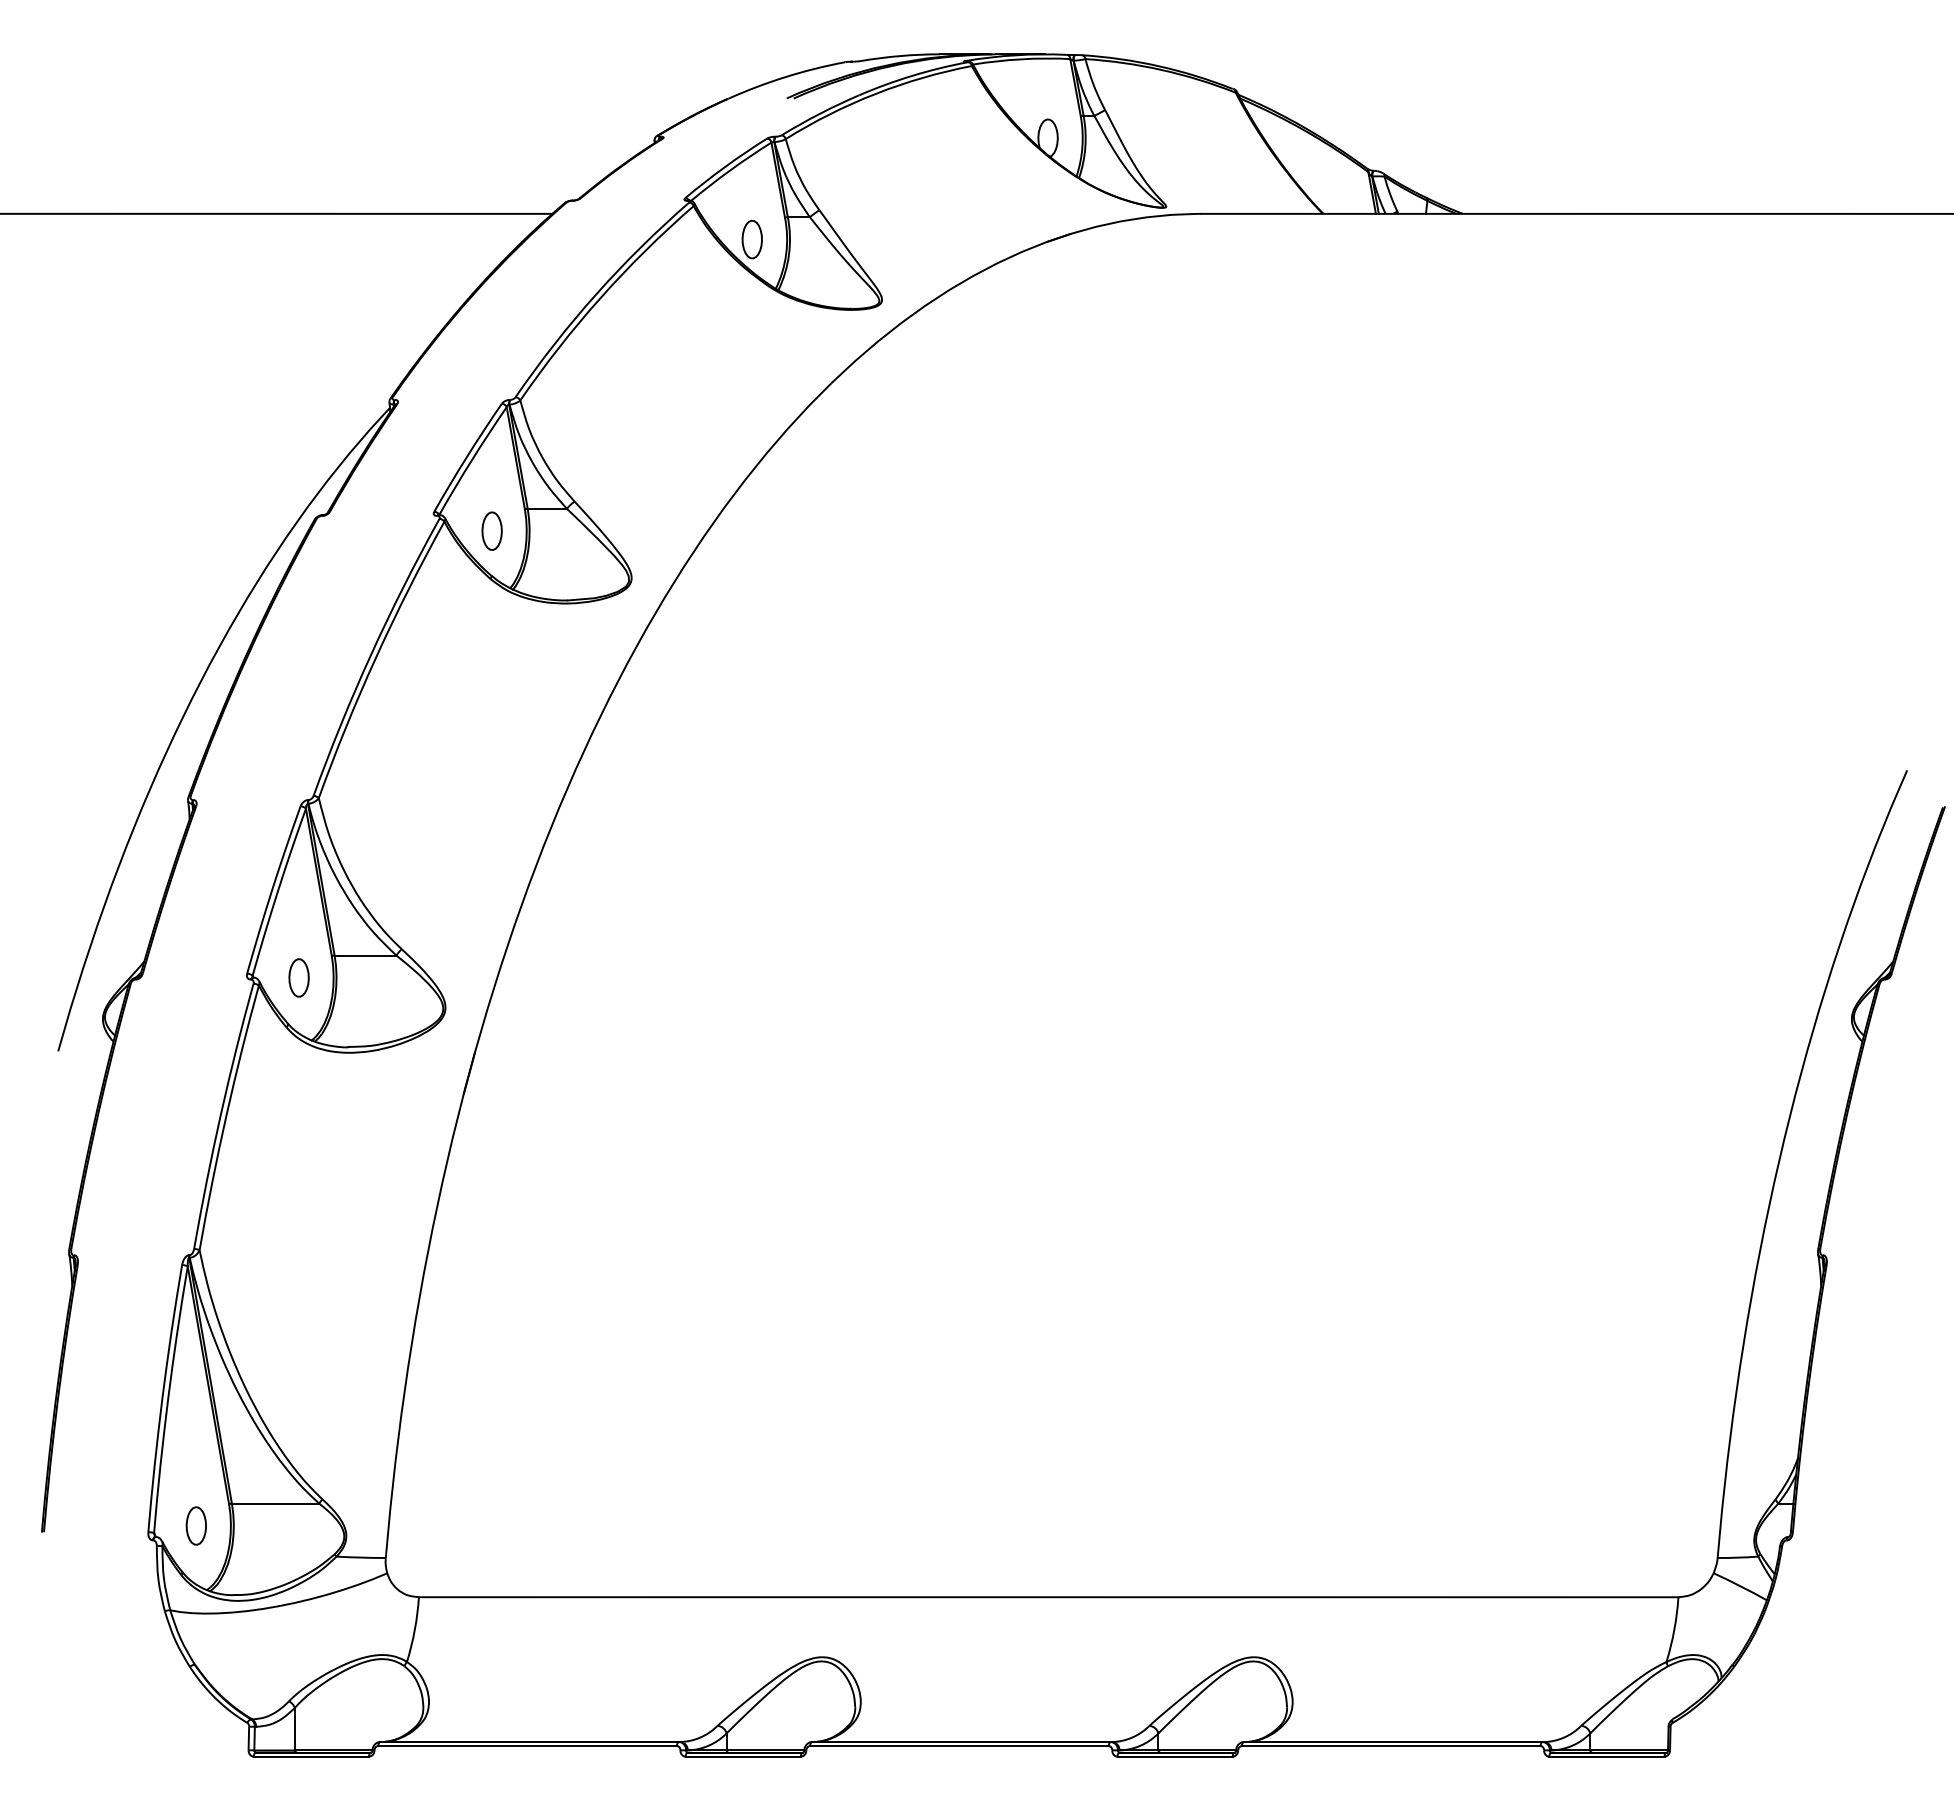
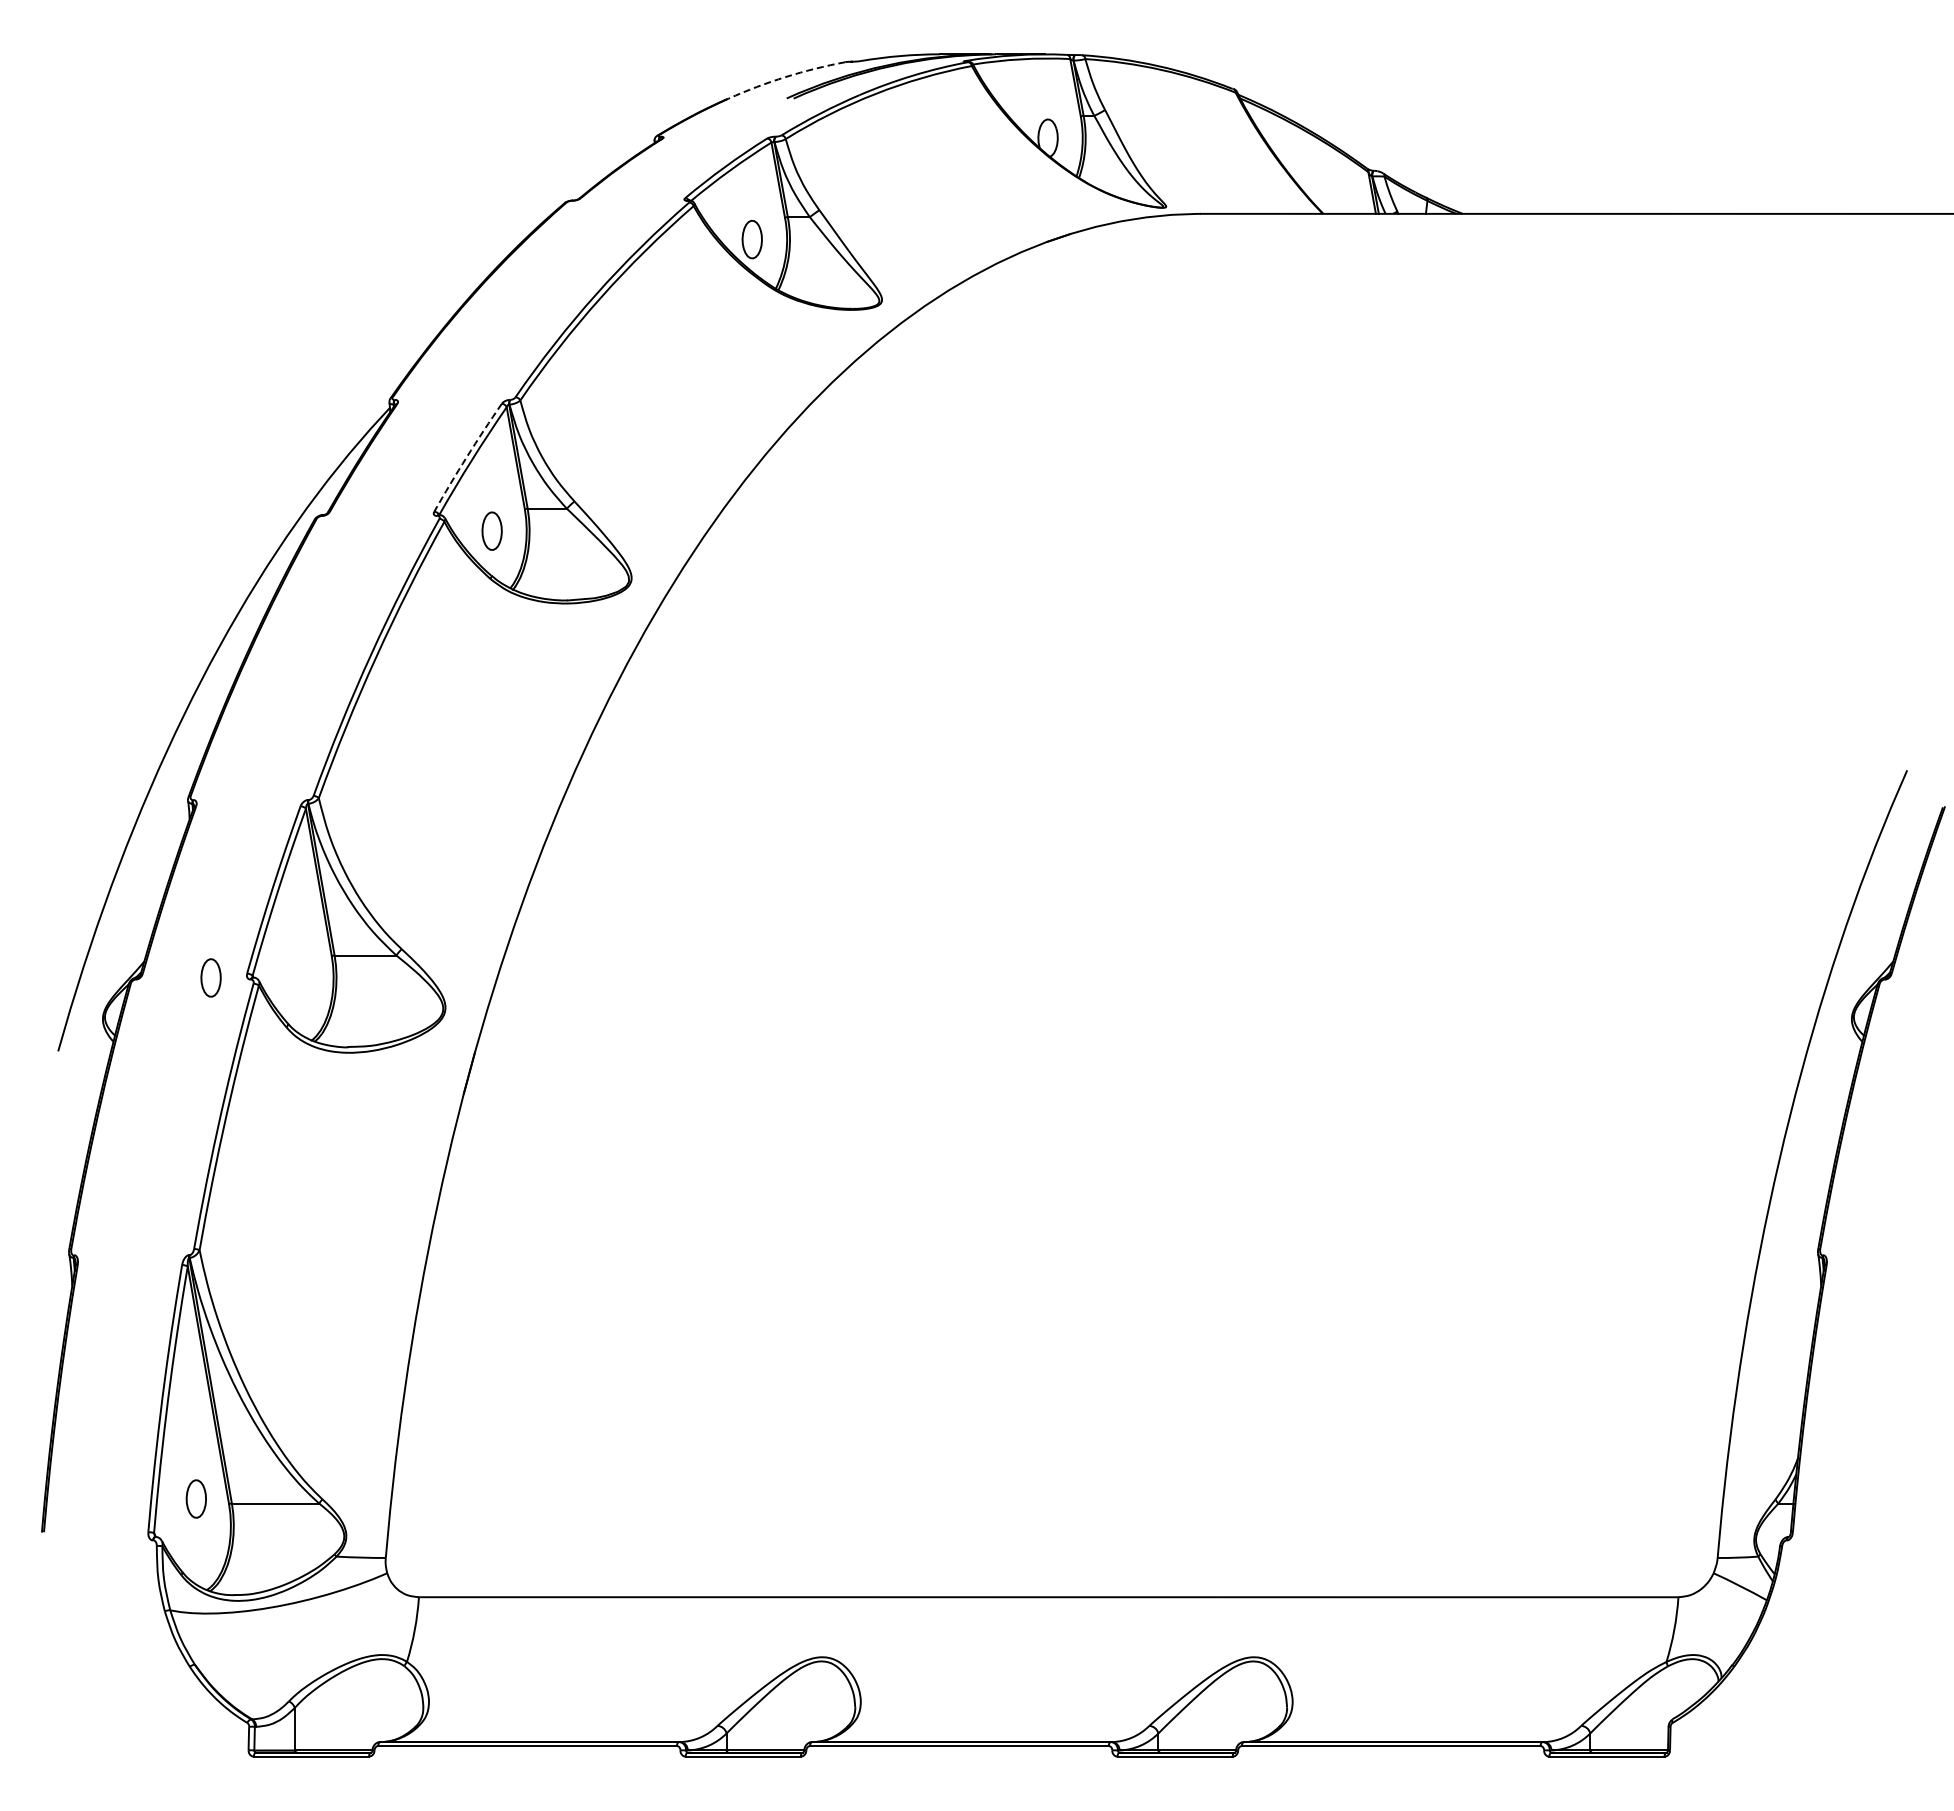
arc at (785, 77): solid -> dashed
line at (277, 213): present -> none
arc at (466, 457): solid -> dashed
part at (298, 977) position: (298, 977) -> (210, 977)
part at (195, 1525) position: (195, 1525) -> (195, 1498)
